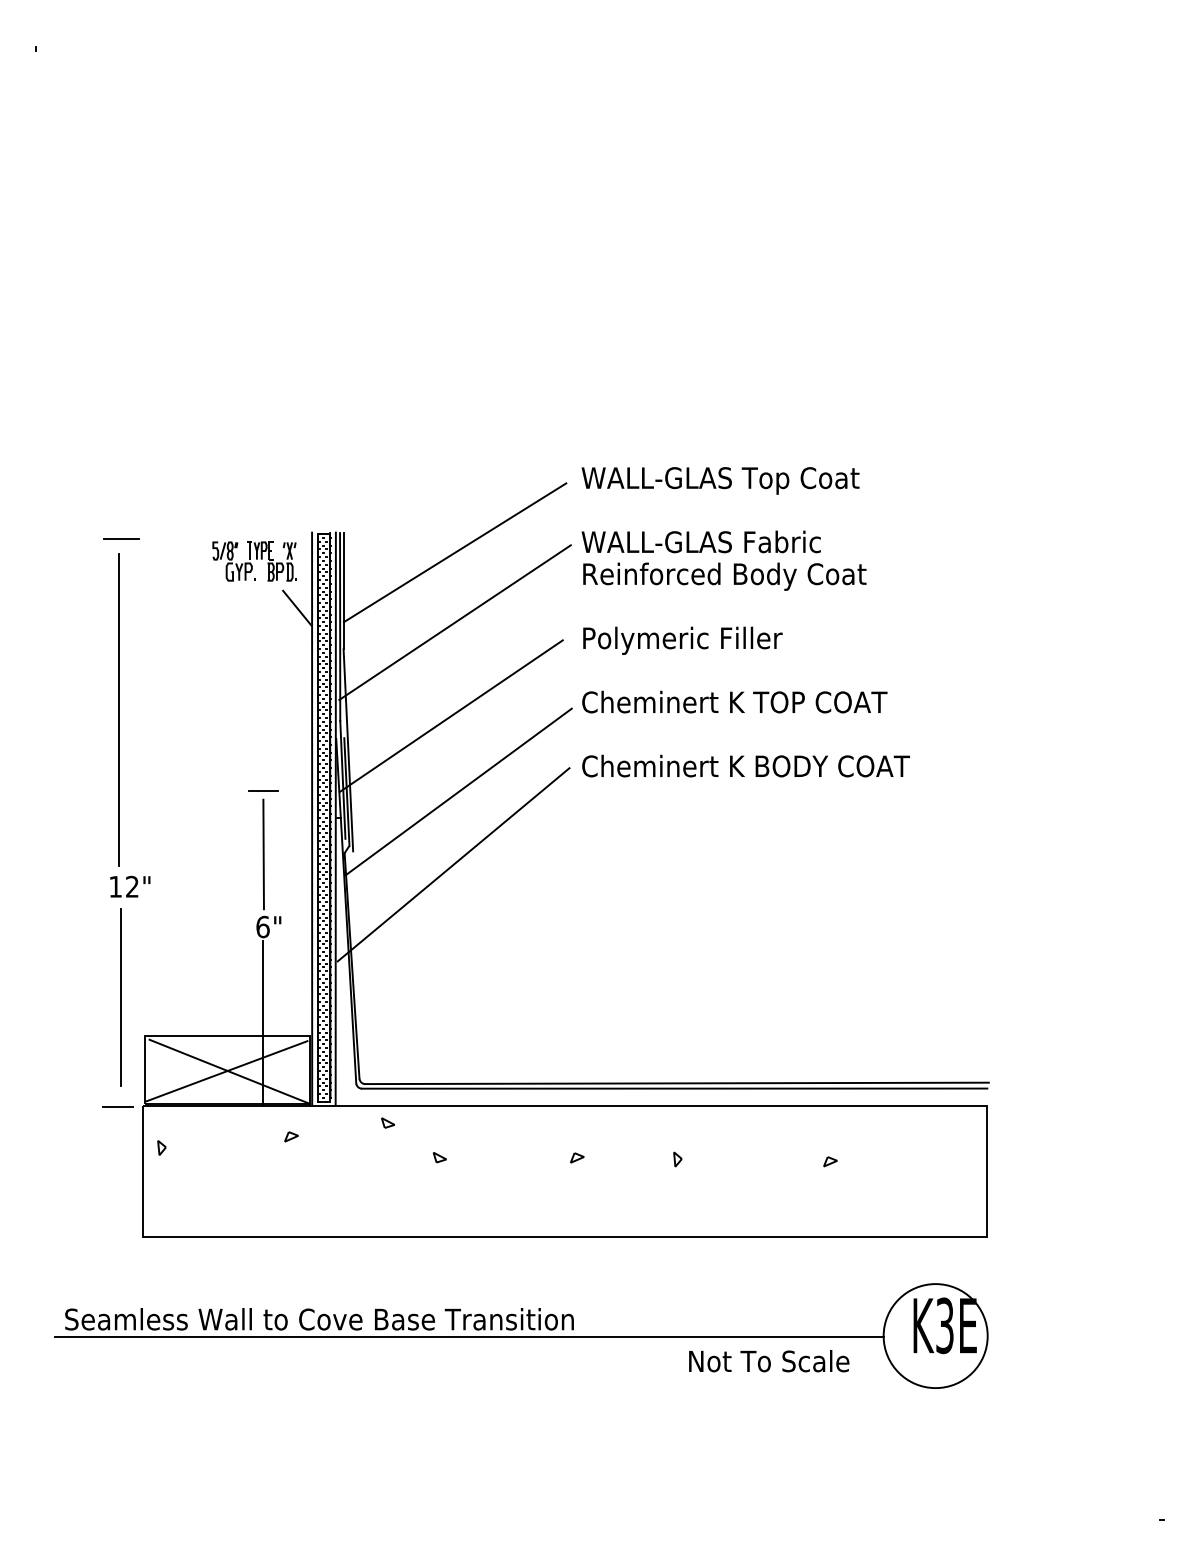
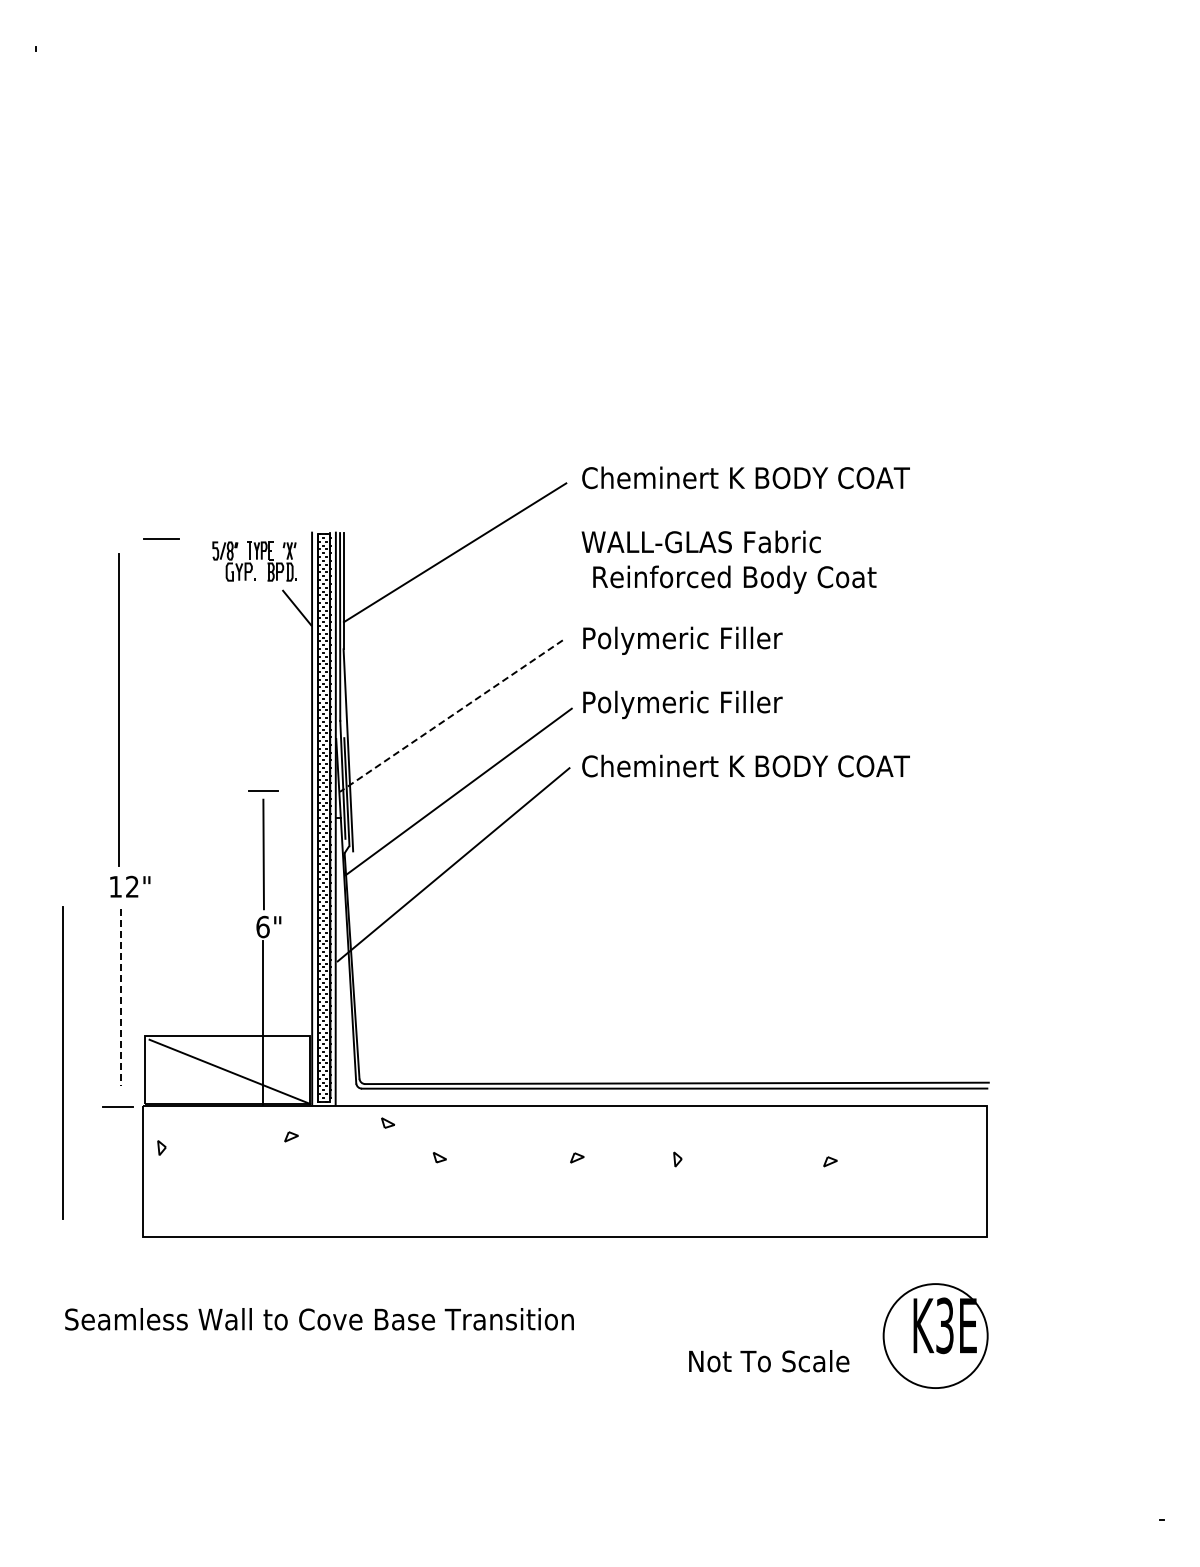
text at (745, 480): WALL-GLAS Top Coat -> Cheminert K BODY COAT
line at (121, 538) position: (121, 538) -> (161, 538)
text at (724, 576) position: (724, 576) -> (734, 579)
line at (454, 622): present -> none
text at (734, 704): Cheminert K TOP COAT -> Polymeric Filler
line at (451, 716): solid -> dashed
line at (120, 998): solid -> dashed
line at (62, 1062): none -> present
line at (226, 1071): present -> none
line at (469, 1337): present -> none
